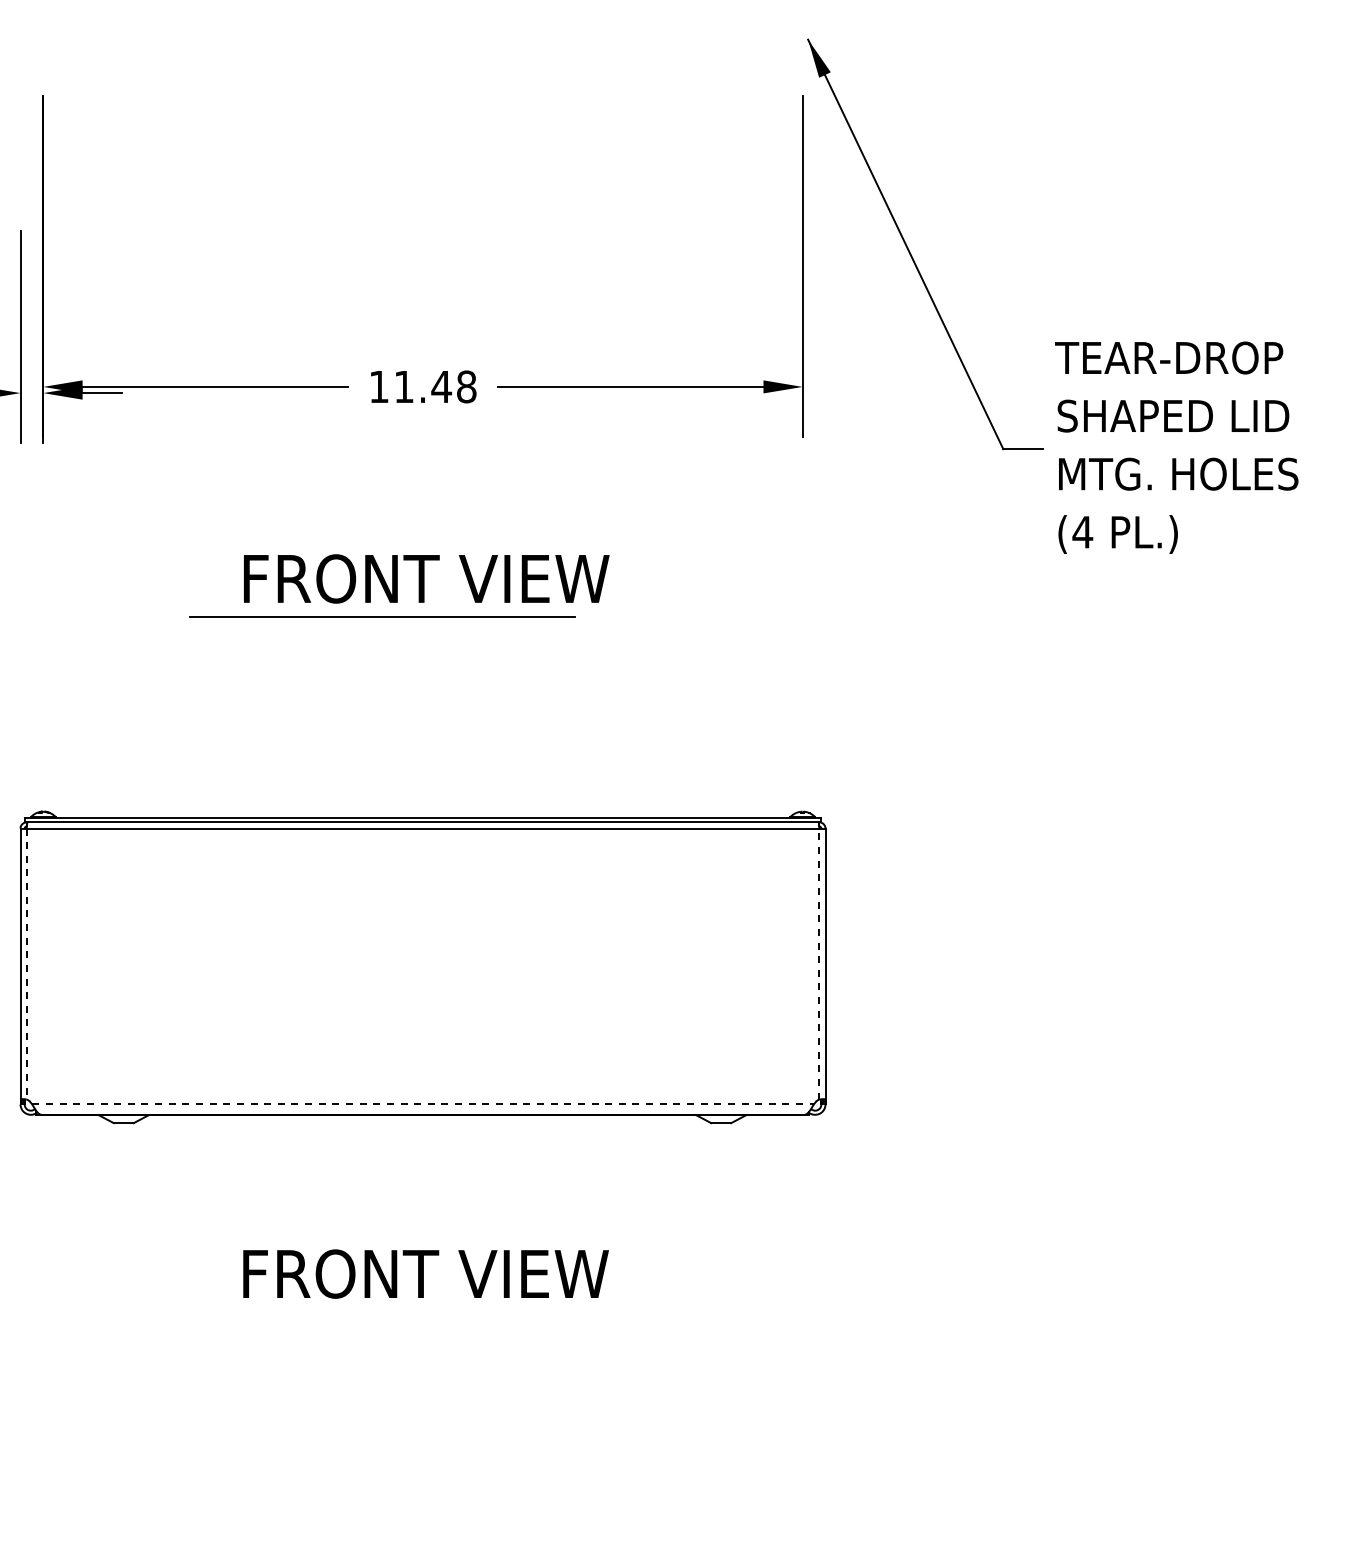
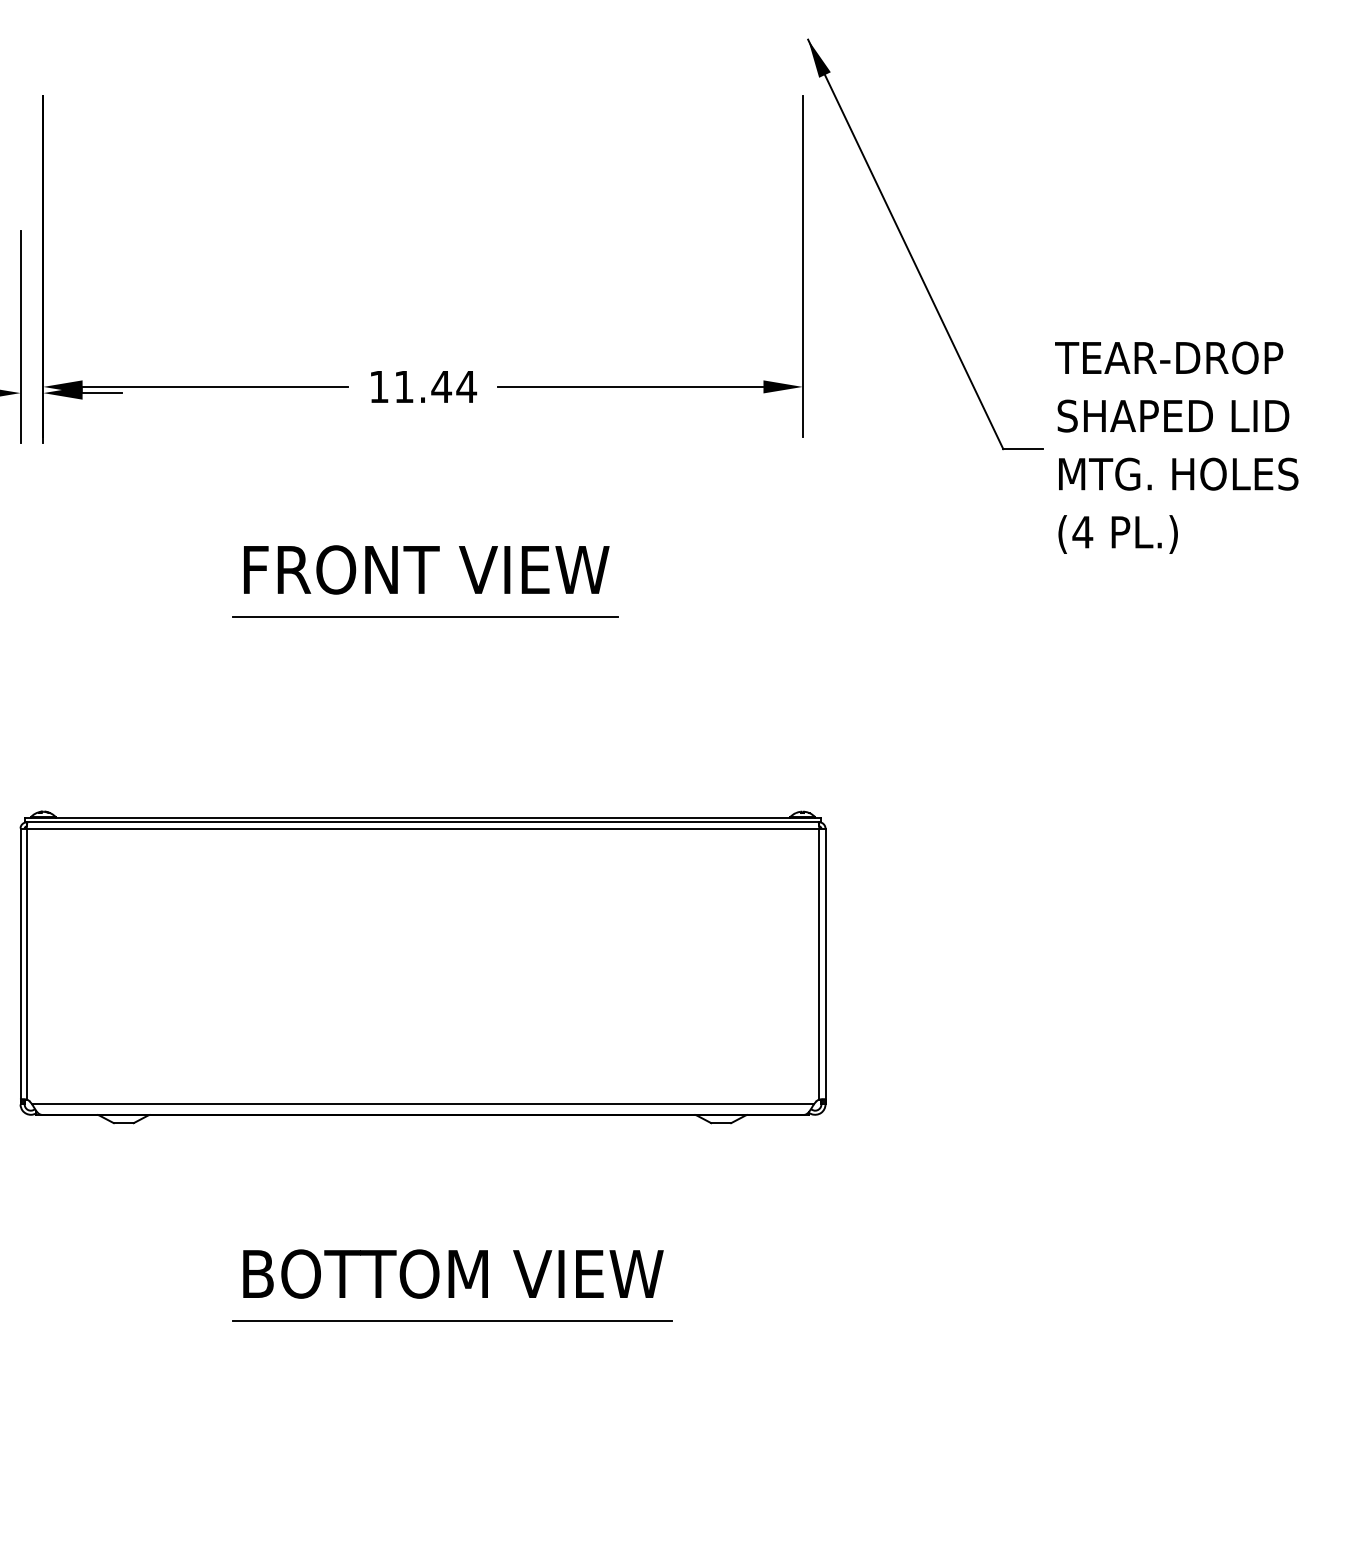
text at (466, 386): 11.48 -> 11.44
text at (426, 578) position: (426, 578) -> (426, 569)
line at (382, 616) position: (382, 616) -> (425, 616)
line at (819, 963): dashed -> solid
line at (26, 964): dashed -> solid
line at (423, 1104): dashed -> solid
text at (456, 1273): FRONT VIEW -> BOTTOM VIEW
line at (452, 1321): none -> present
